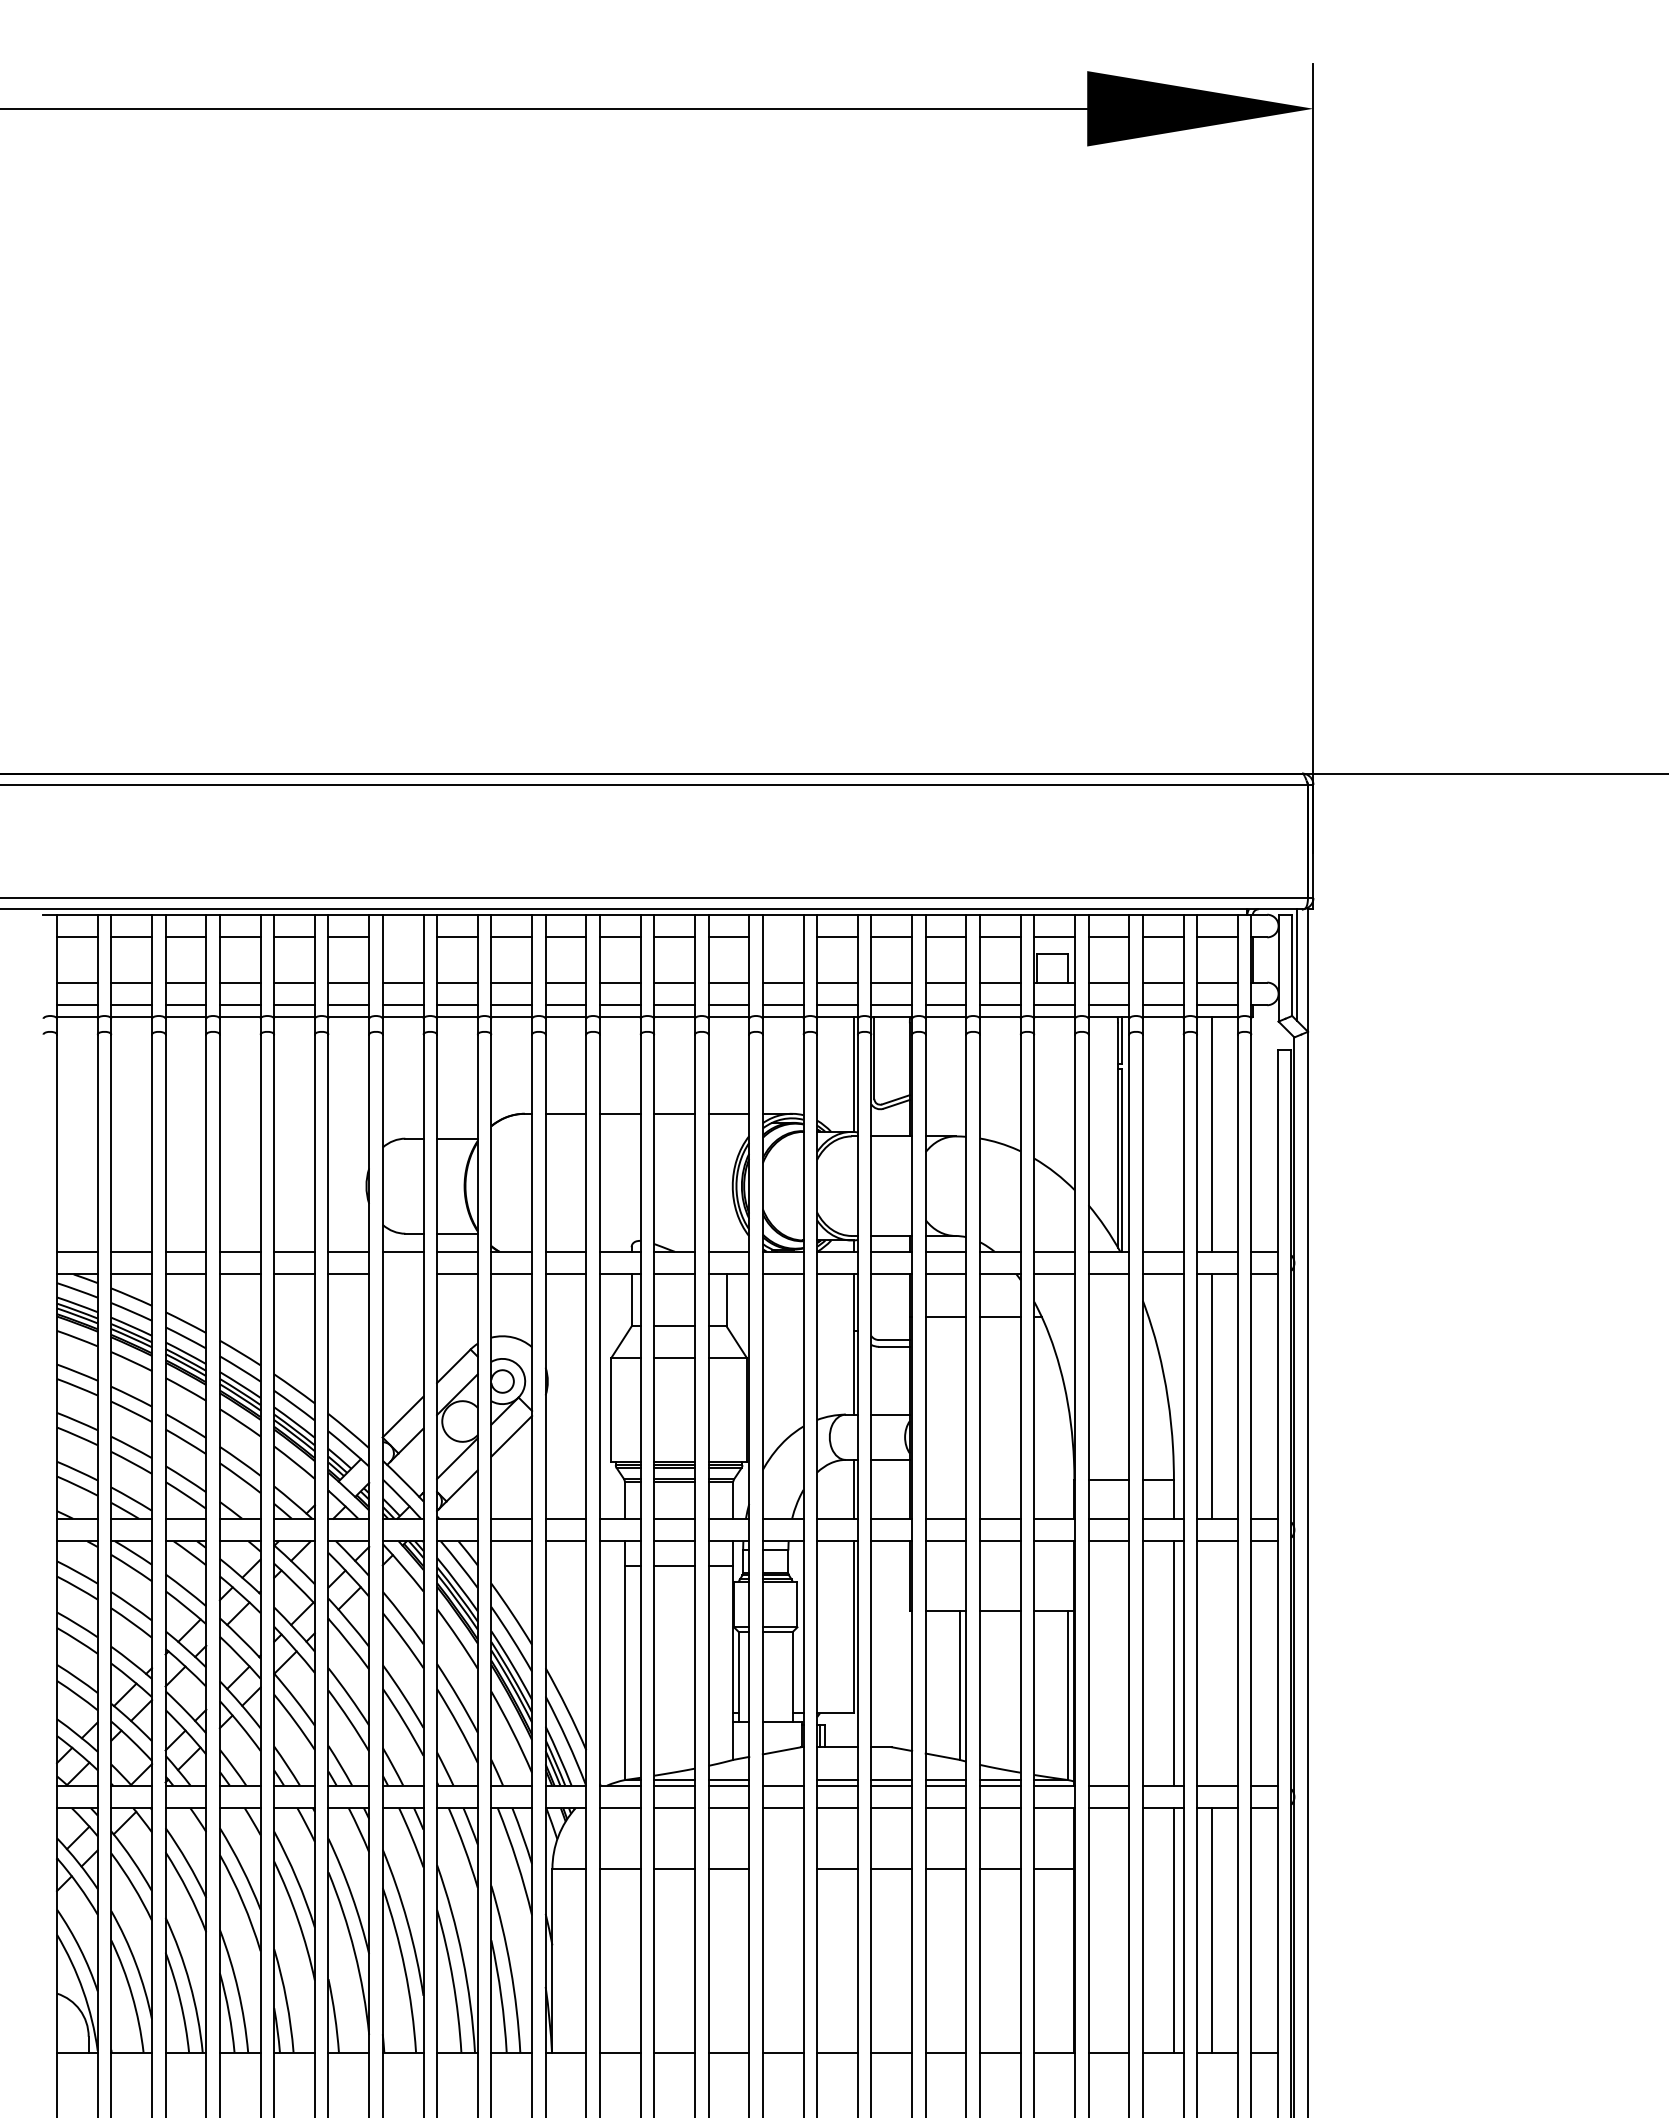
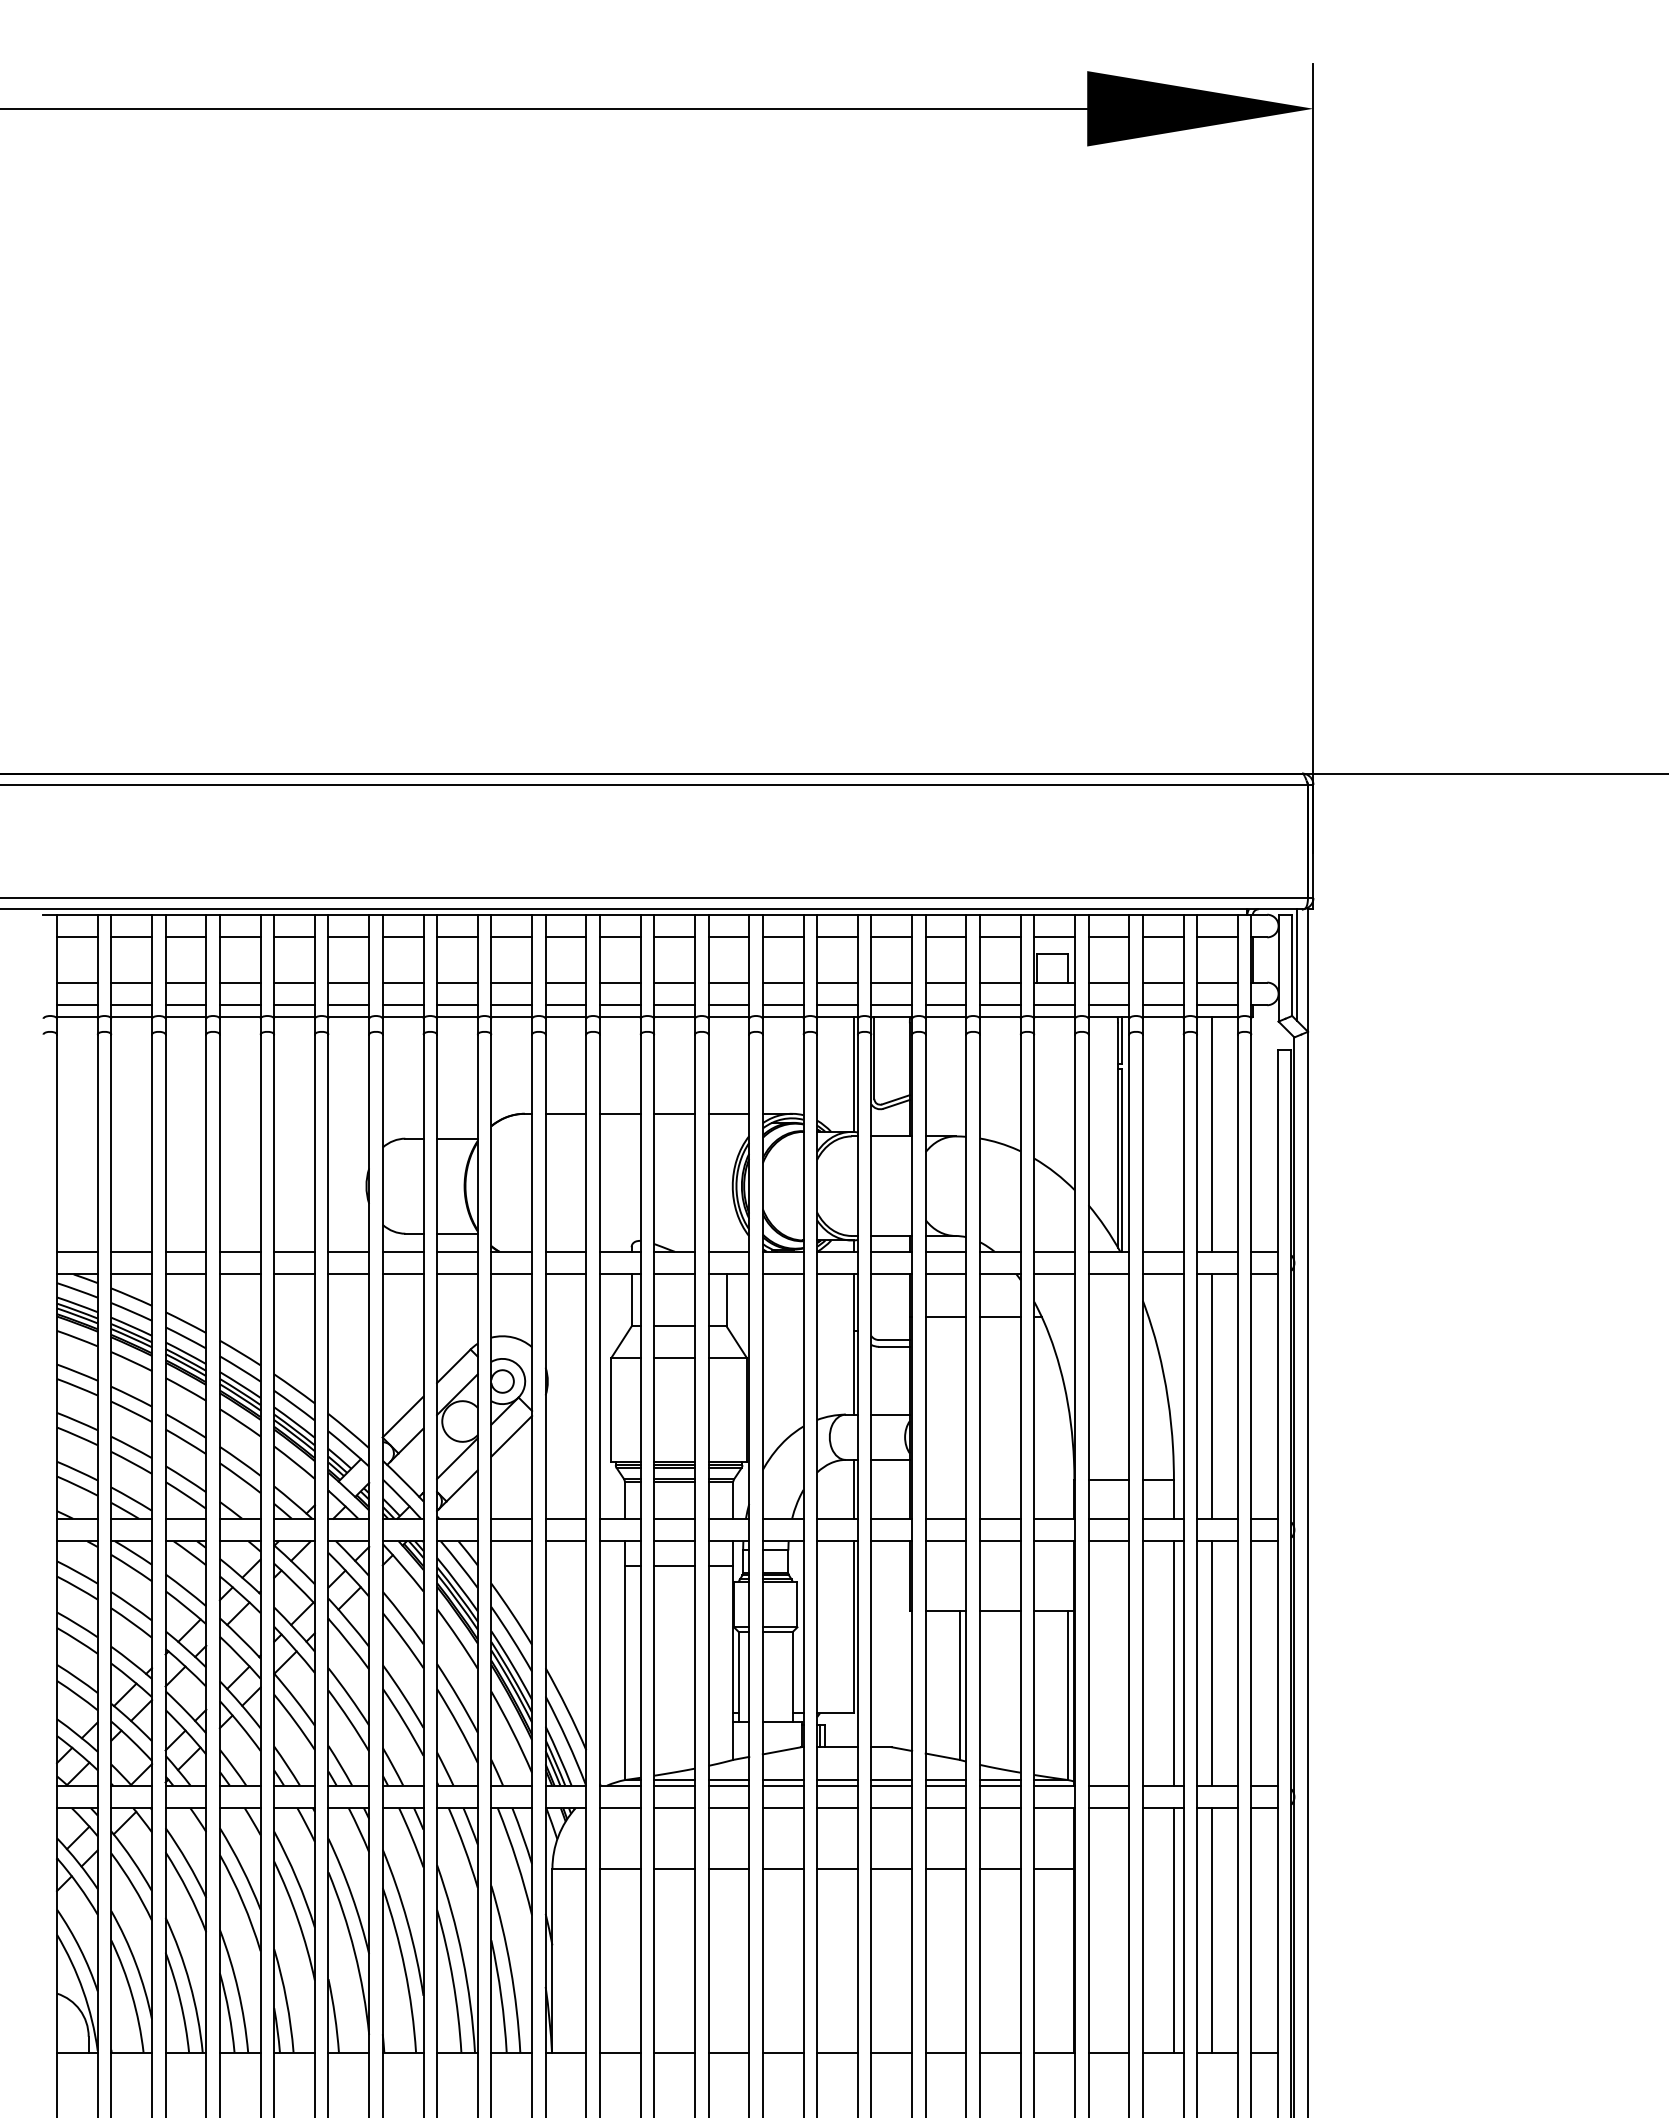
line at (402, 937): none -> present
line at (782, 937): none -> present
line at (402, 1274): none -> present
line at (1212, 1663): none -> present
line at (782, 1779): none -> present
line at (782, 1868): none -> present
